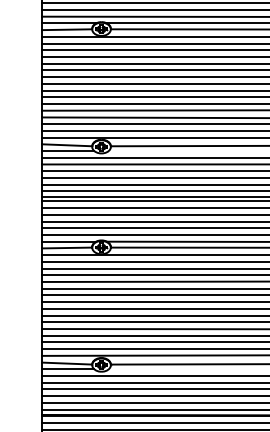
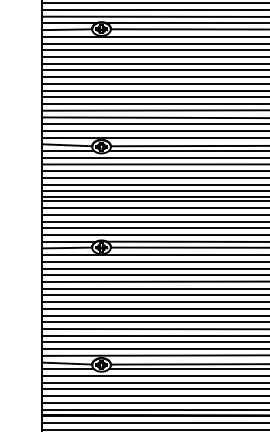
line at (187, 151): none -> present
line at (187, 369): none -> present
